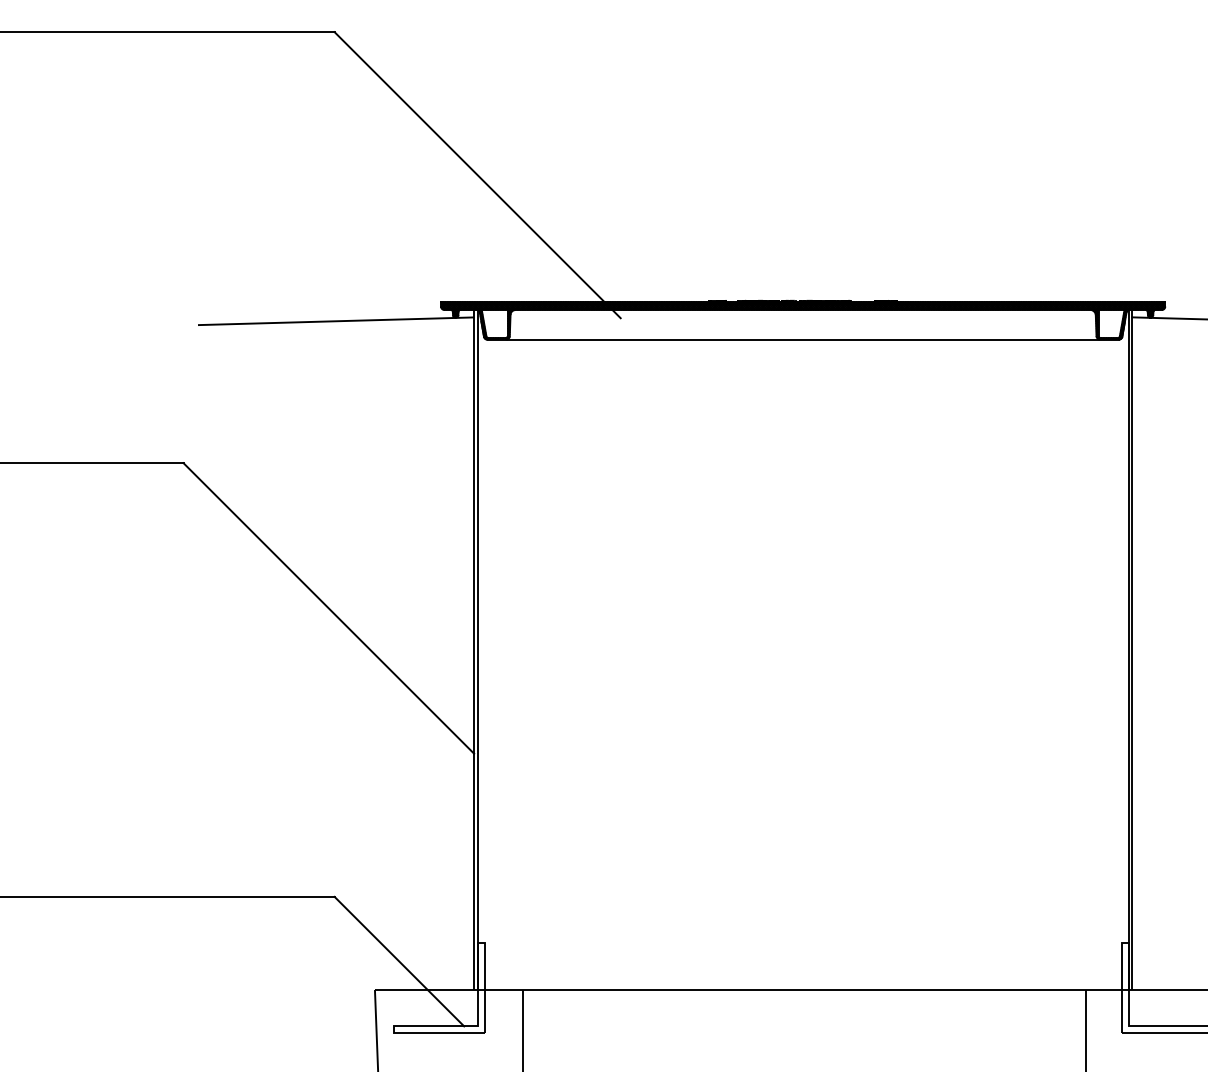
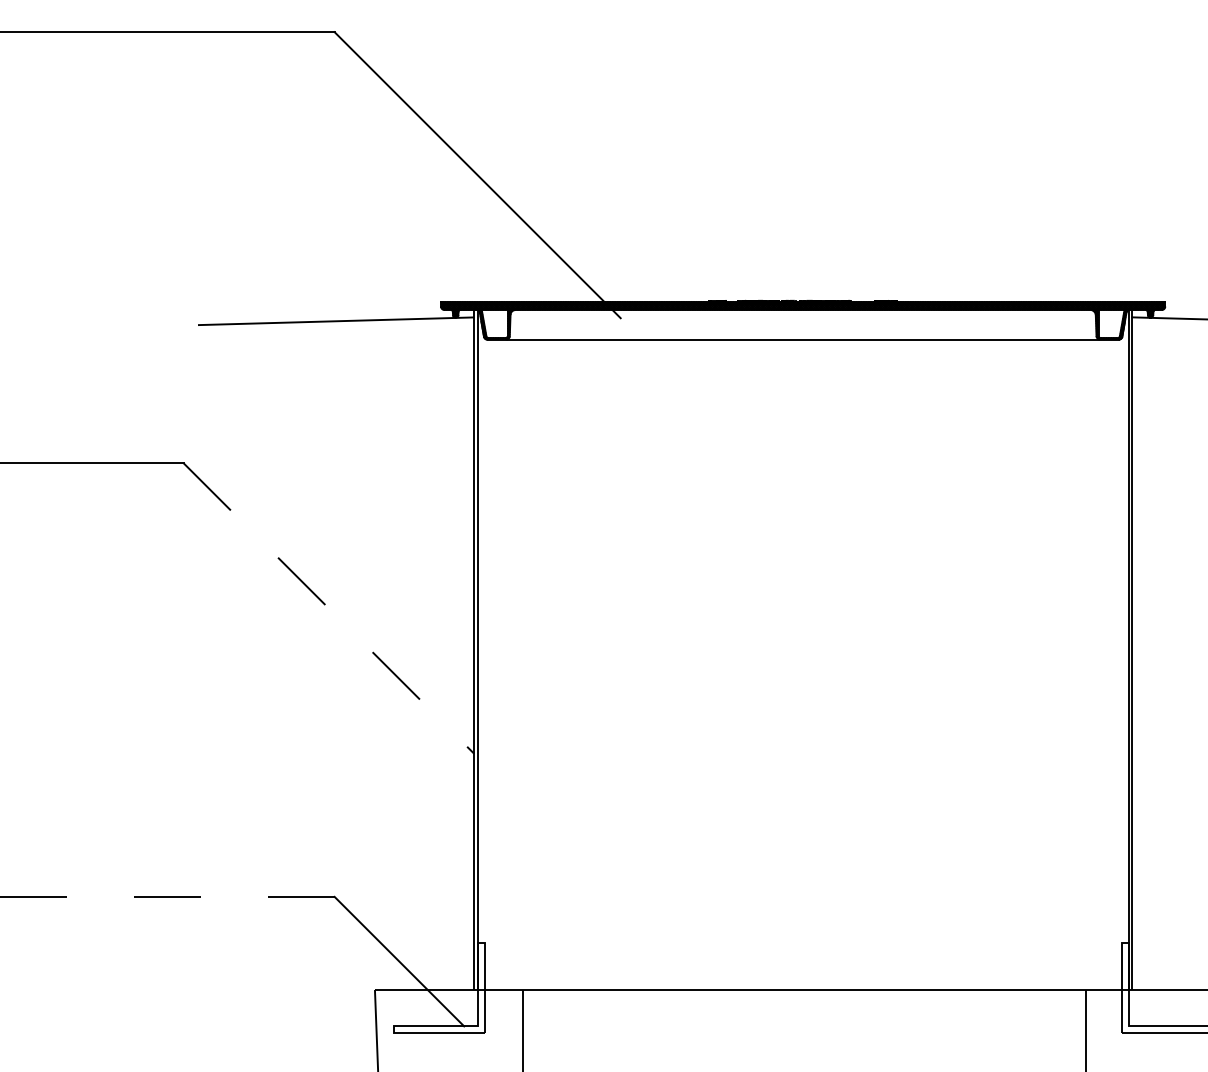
line at (329, 608): solid -> dashed
line at (166, 896): solid -> dashed
